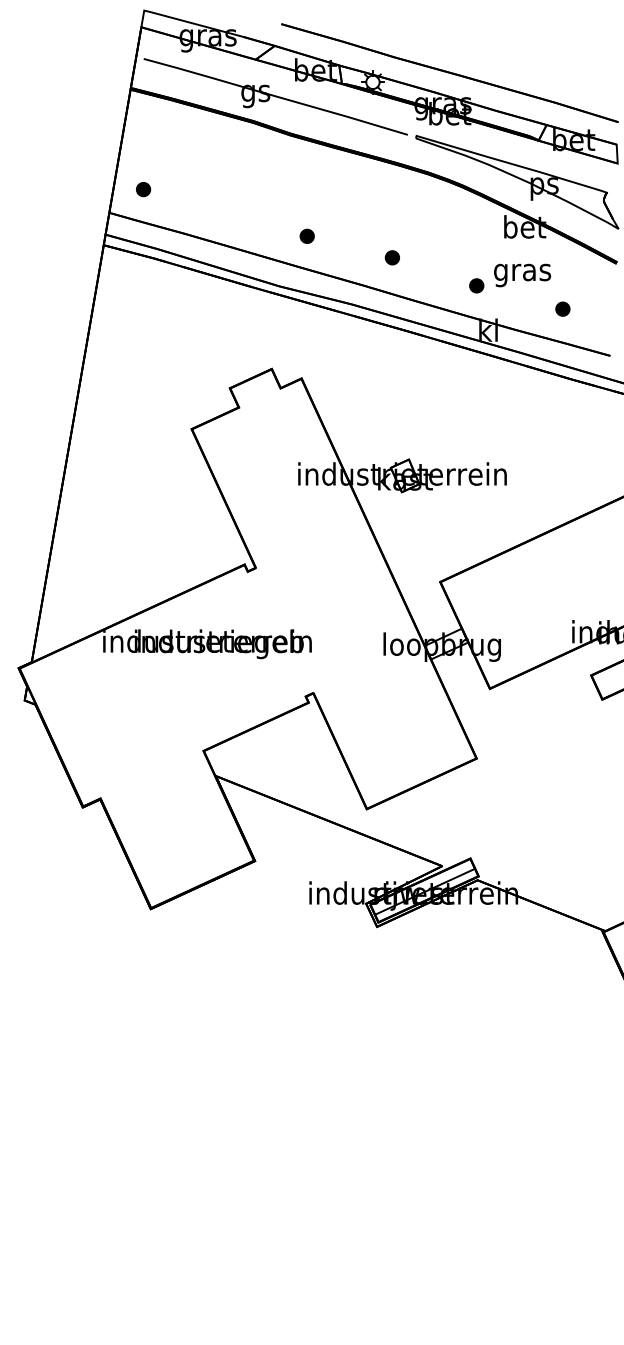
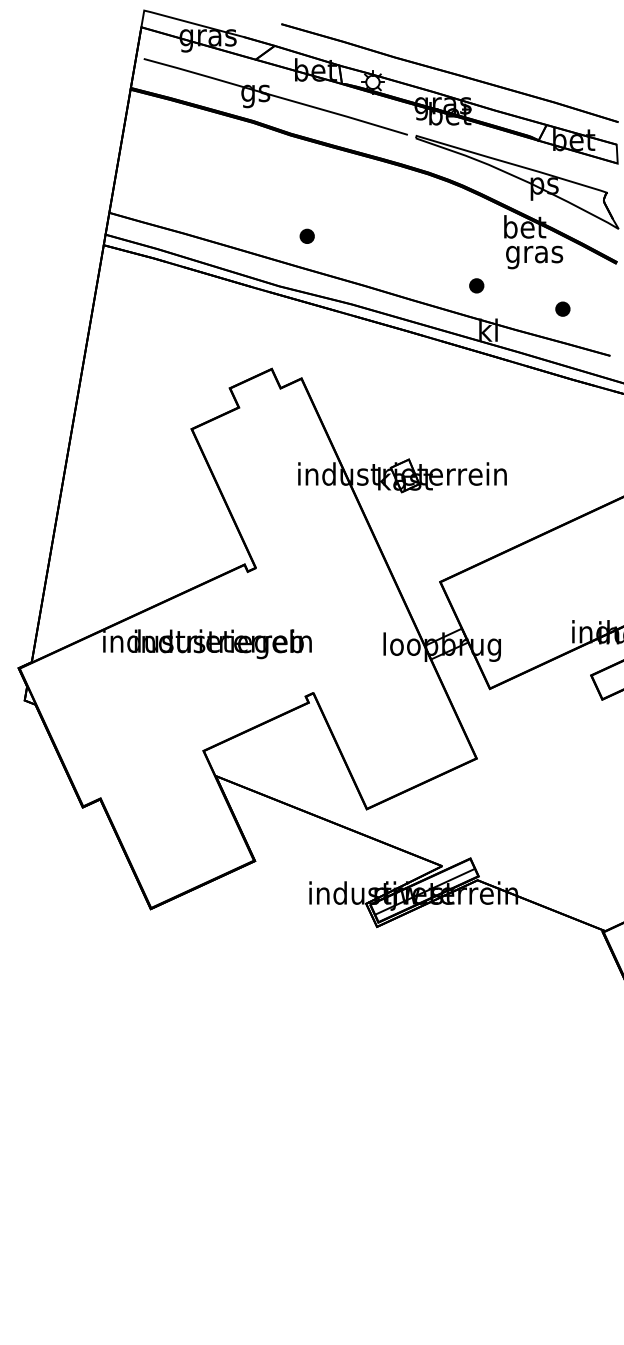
part at (143, 189): present -> none
part at (391, 257): present -> none
text at (522, 275) position: (522, 275) -> (534, 257)
